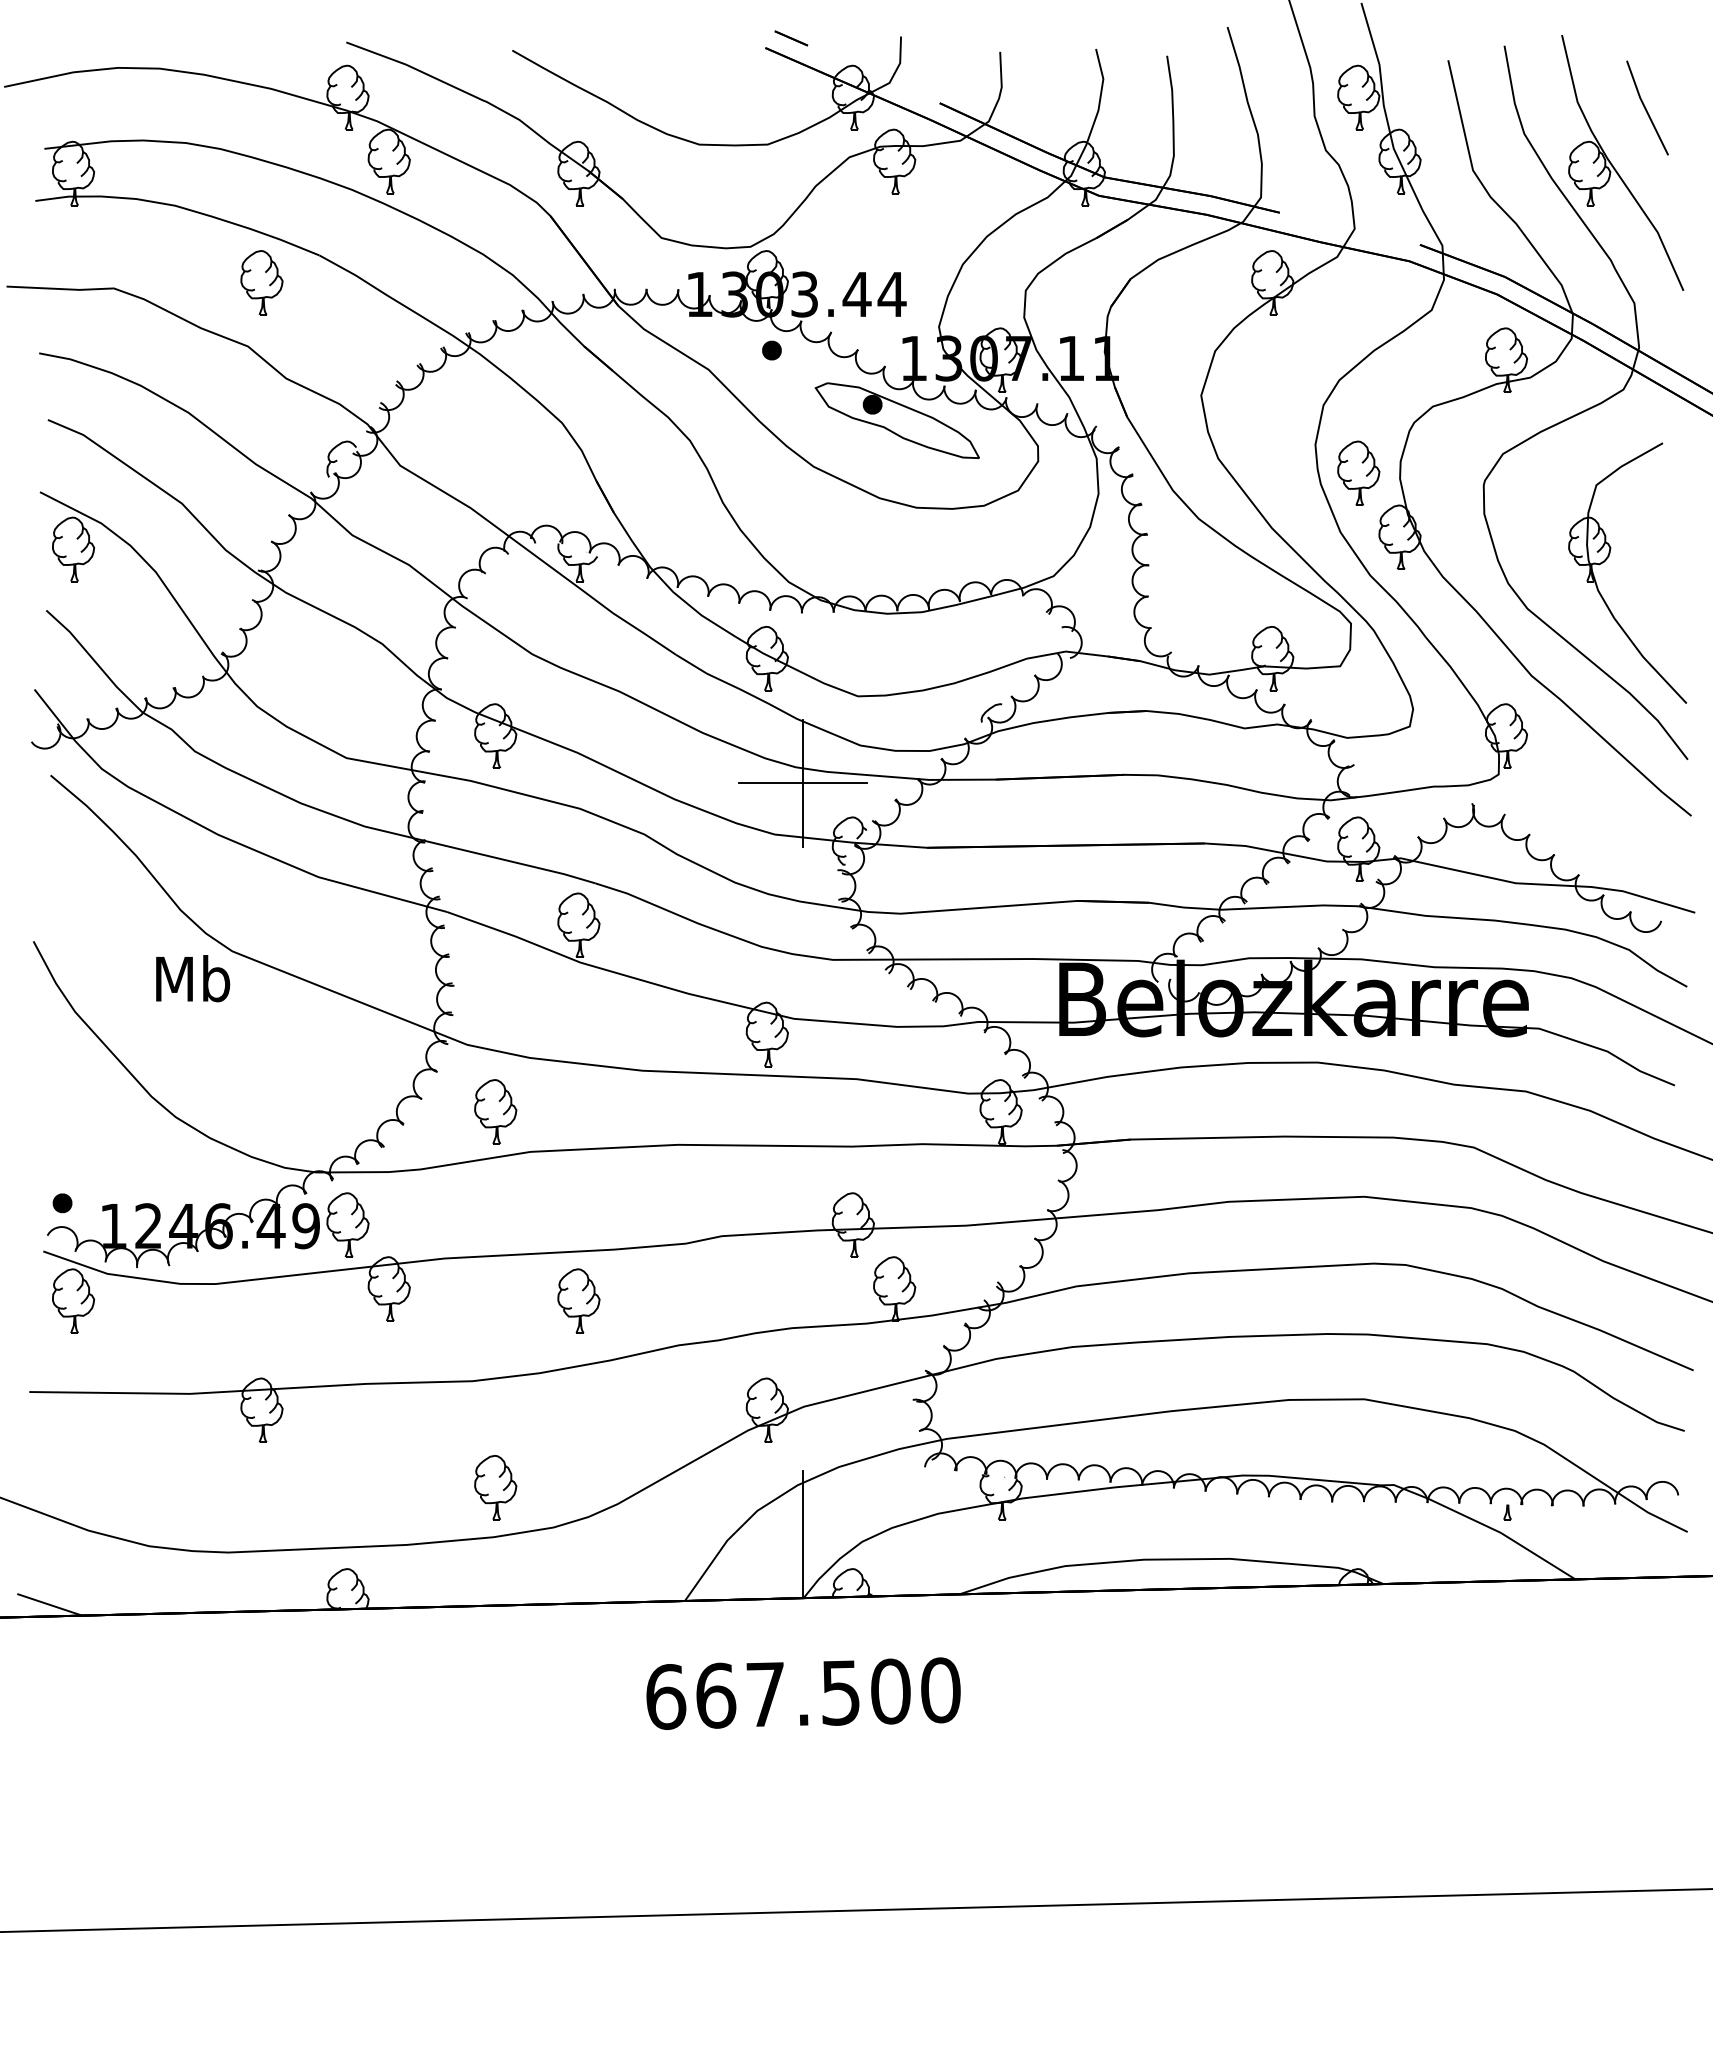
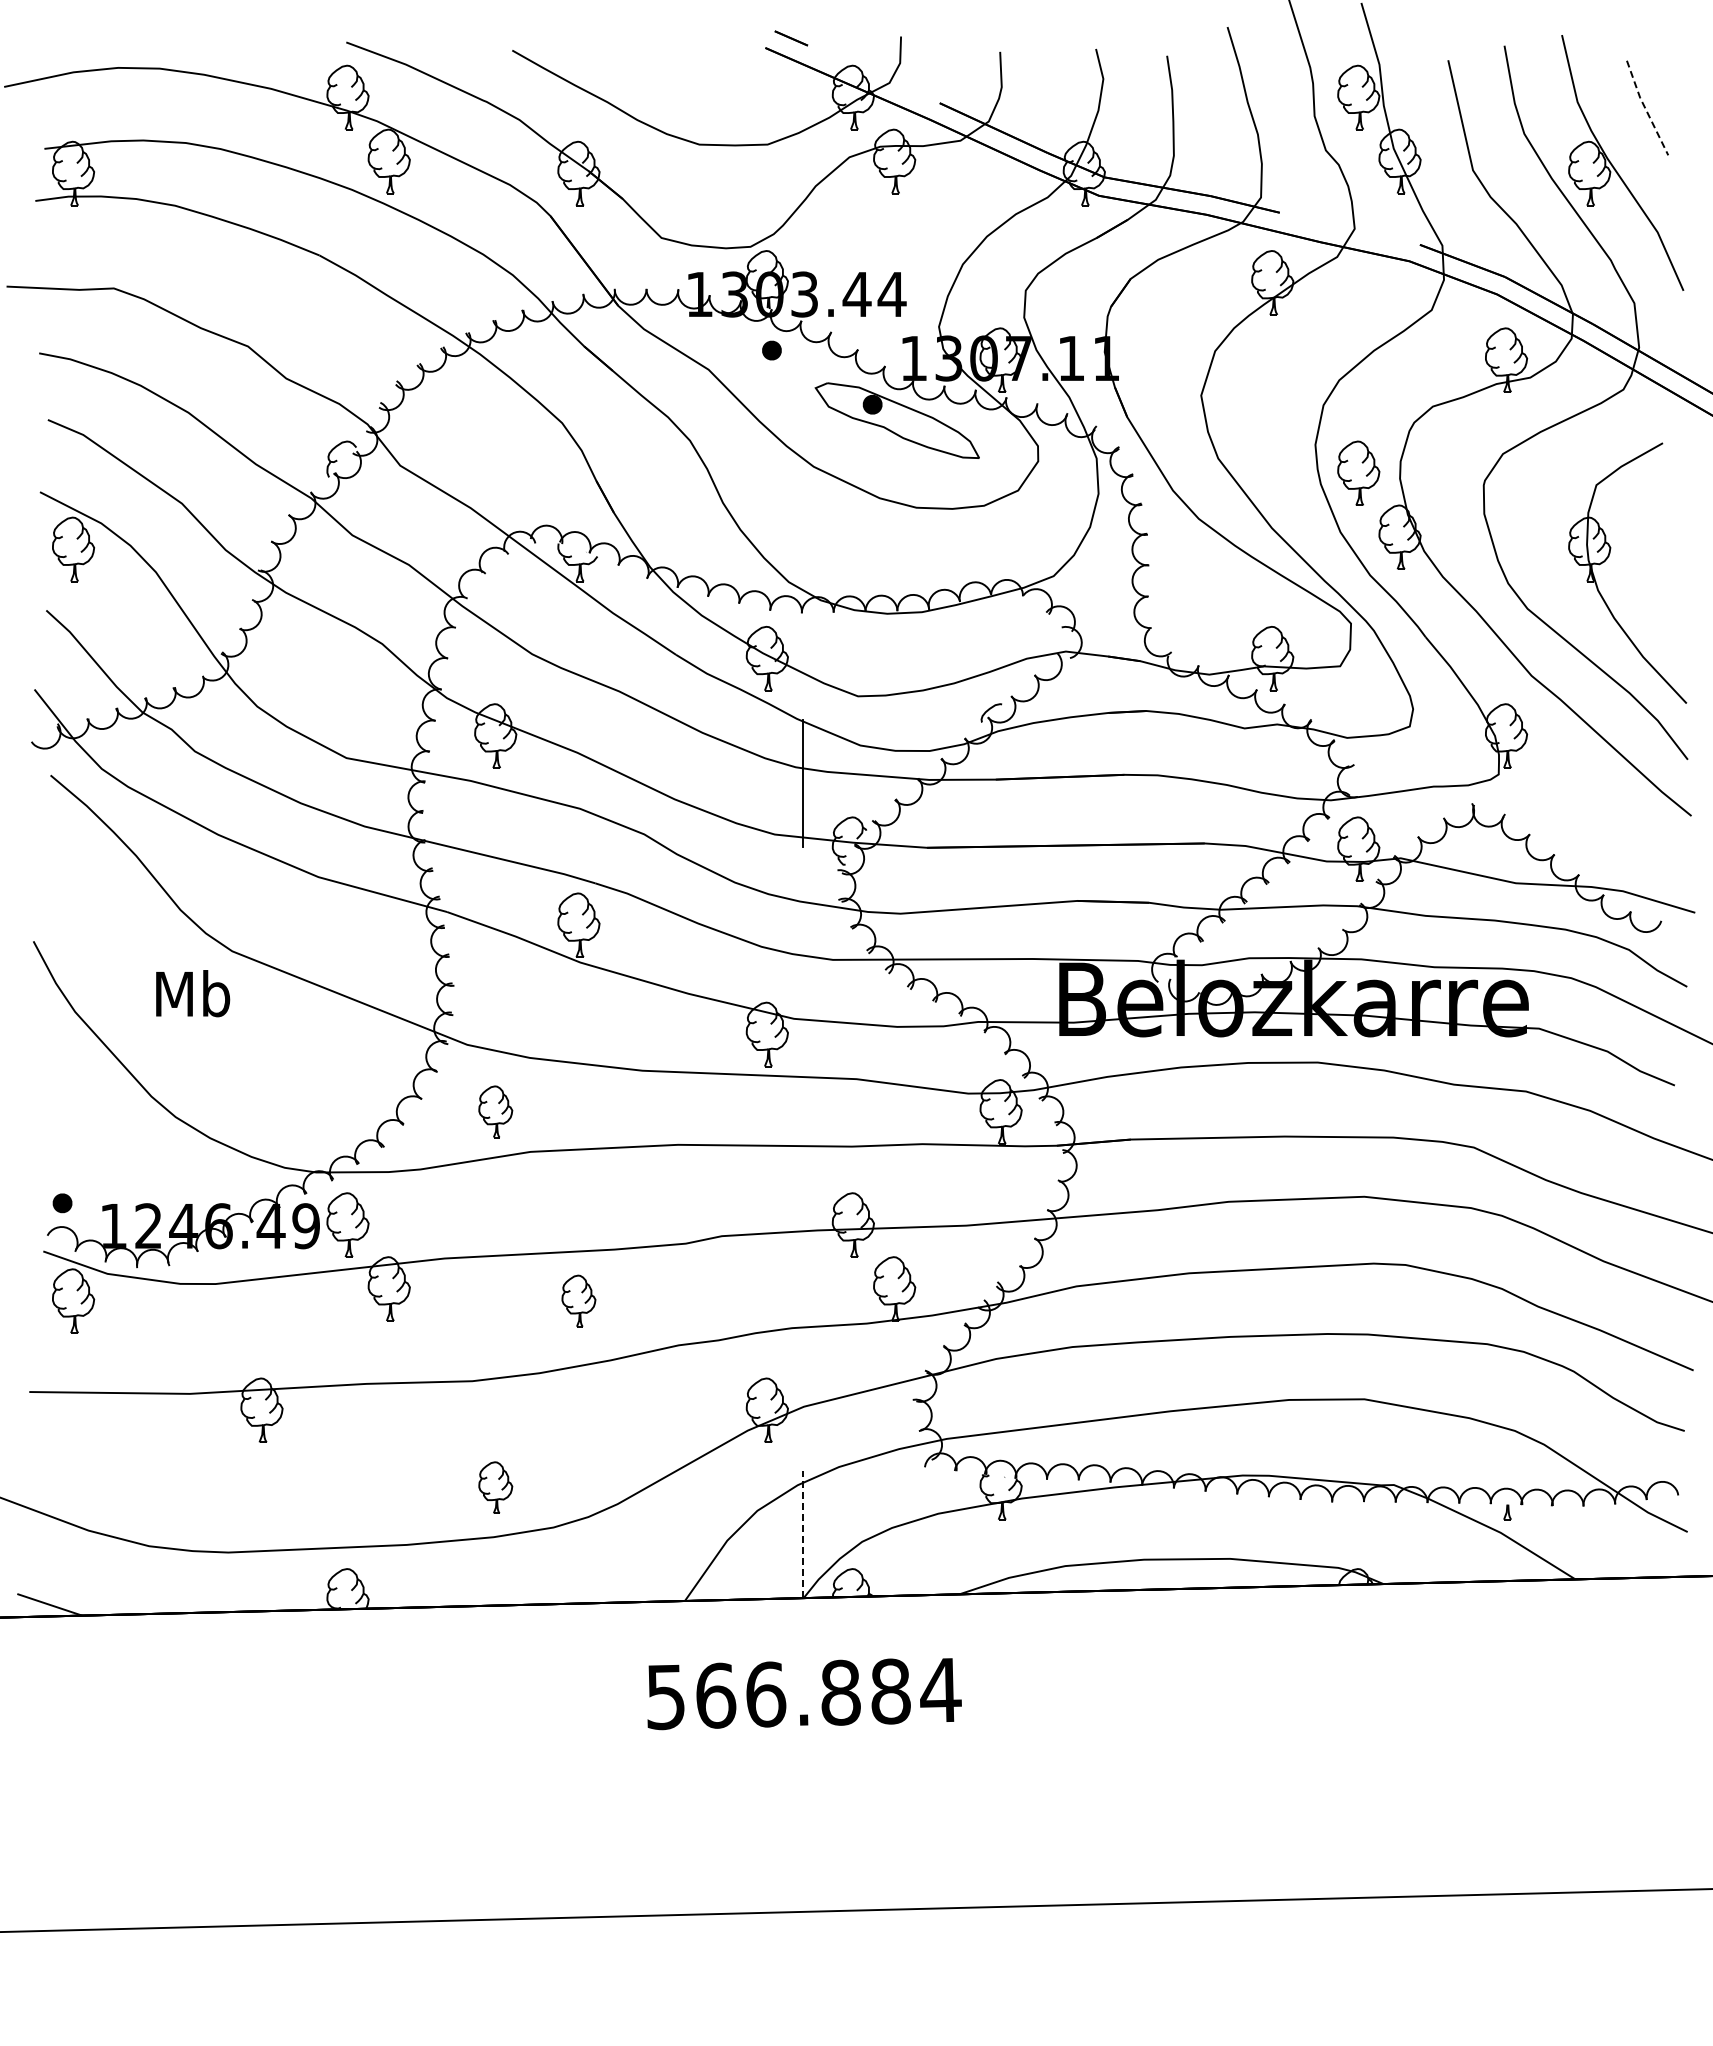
line at (1645, 108): solid -> dashed
part at (261, 282): present -> none
line at (802, 783): present -> none
text at (193, 978) position: (193, 978) -> (193, 993)
part at (495, 1111) size: 44x66 px -> 36x54 px
part at (578, 1300) size: 44x66 px -> 36x54 px
part at (495, 1487) size: 44x66 px -> 36x53 px
line at (803, 1534): solid -> dashed
text at (803, 1693): 667.500 -> 566.884
